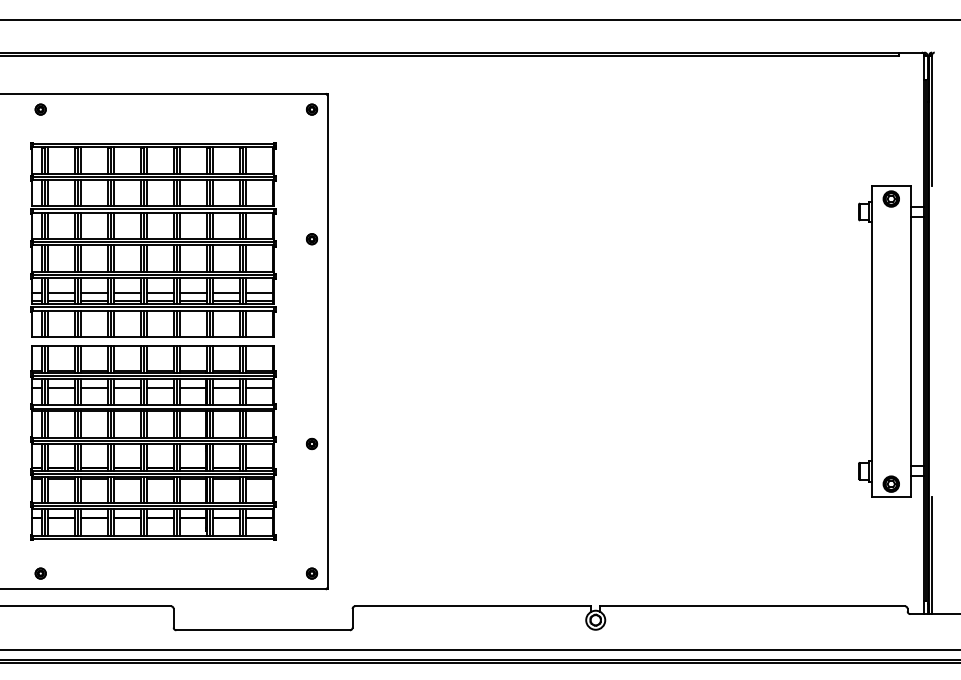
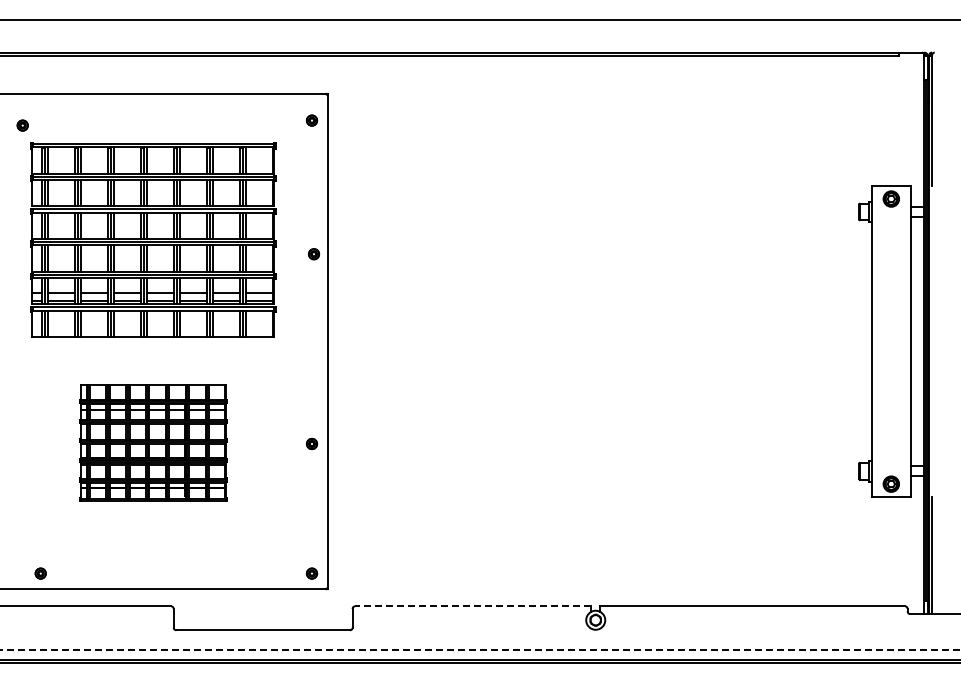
part at (40, 109) position: (40, 109) -> (22, 125)
part at (312, 109) position: (312, 109) -> (312, 120)
part at (312, 239) position: (312, 239) -> (314, 254)
part at (153, 442) size: 247x196 px -> 149x118 px
line at (472, 606): solid -> dashed
line at (480, 650): solid -> dashed
